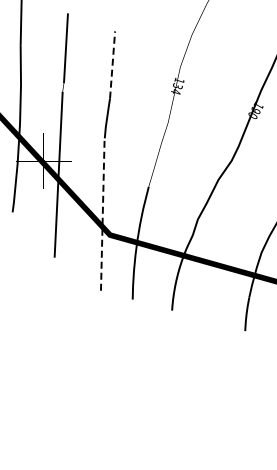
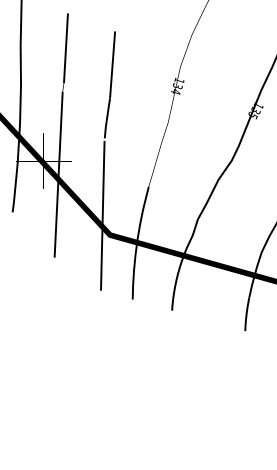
line at (112, 64): dashed -> solid
text at (254, 112): 190 -> 135
line at (102, 215): dashed -> solid
